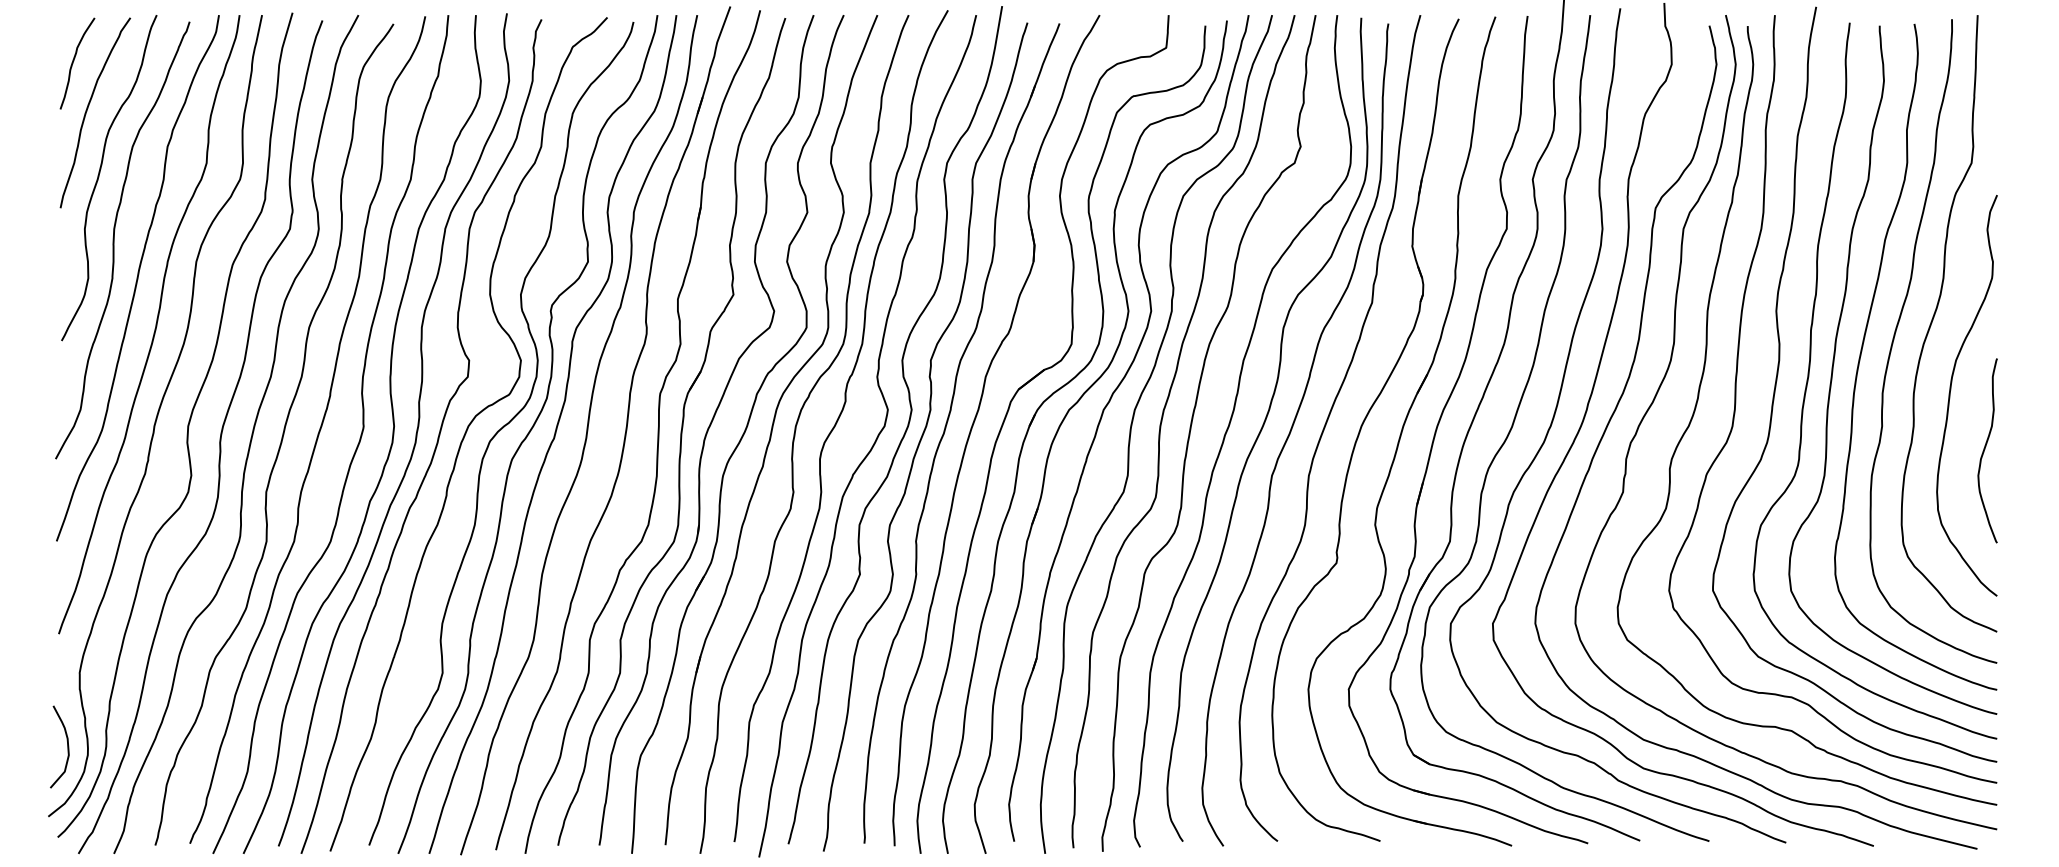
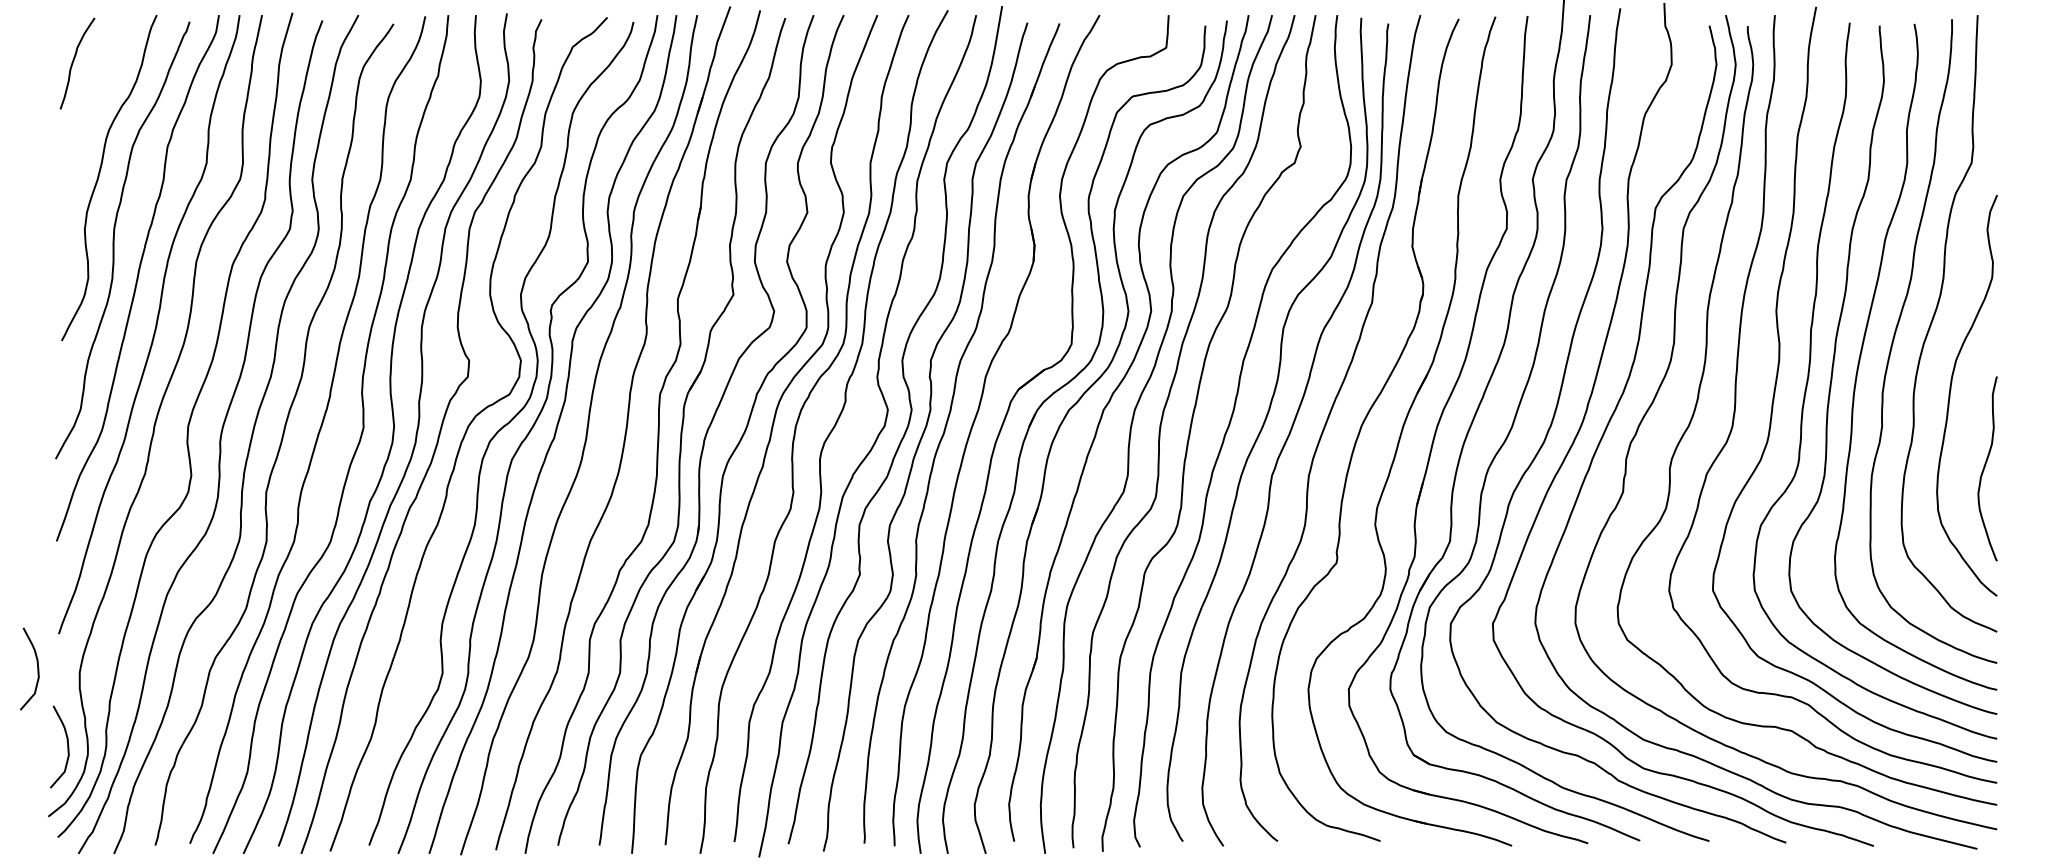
curve at (88, 108): present -> none
curve at (1985, 449) position: (1985, 449) -> (1985, 467)
curve at (37, 668): none -> present
